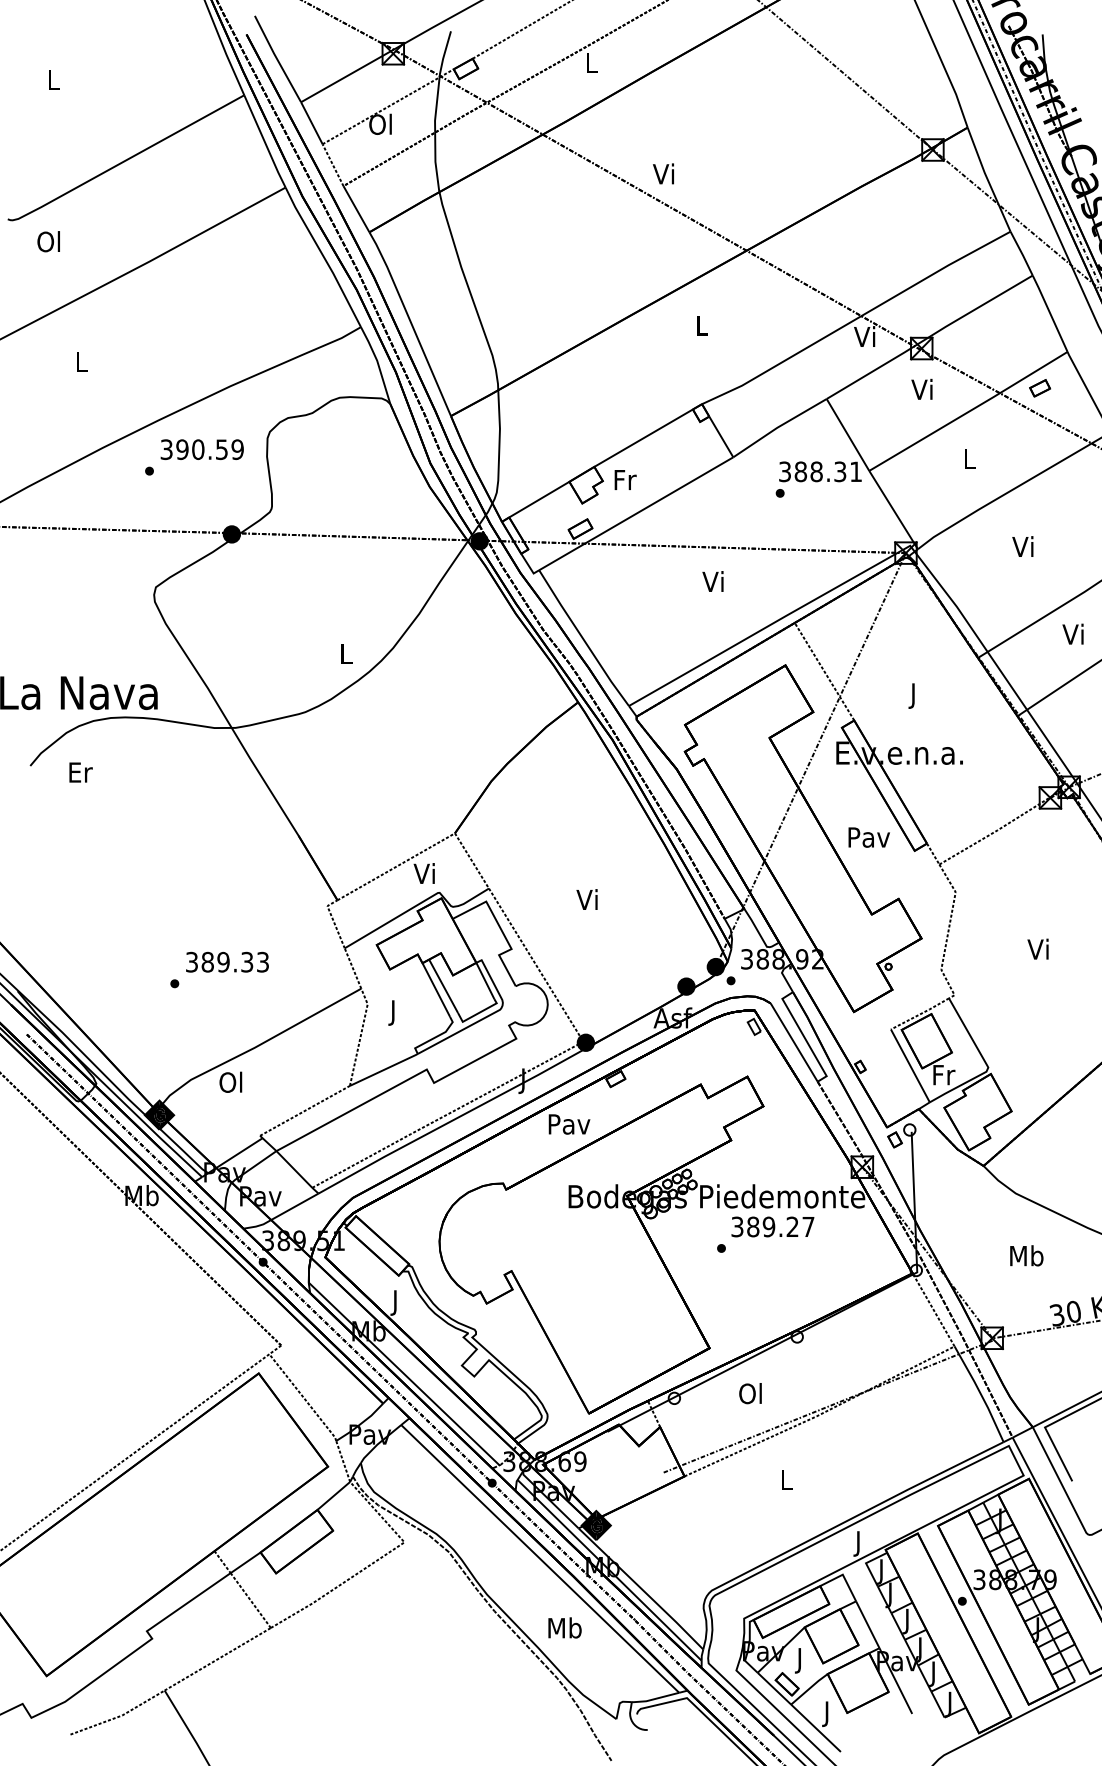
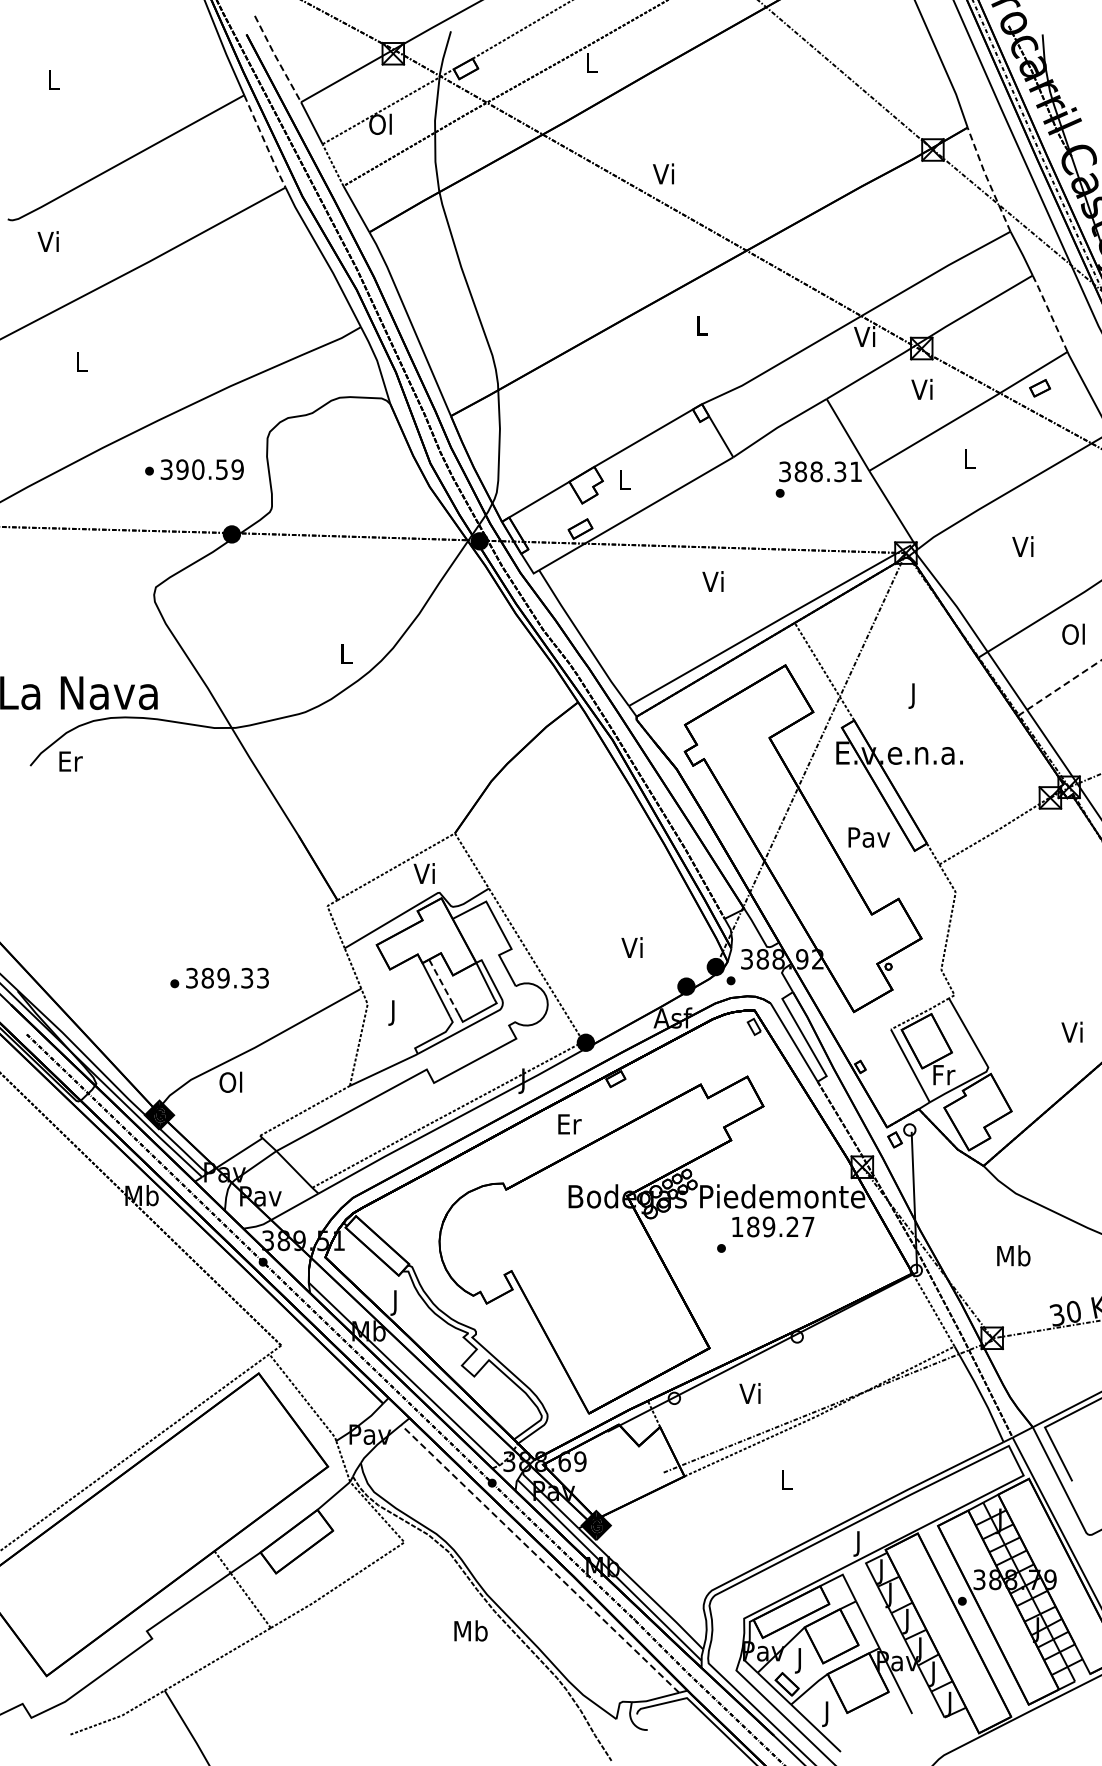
line at (277, 58): solid -> dashed
line at (265, 142): solid -> dashed
line at (987, 179): solid -> dashed
text at (48, 241): Ol -> Vi
line at (1050, 313): solid -> dashed
text at (201, 449) position: (201, 449) -> (201, 469)
text at (625, 480): Fr -> L
text at (1073, 633): Vi -> Ol
line at (1059, 688): solid -> dashed
text at (80, 772) position: (80, 772) -> (70, 761)
text at (586, 899) position: (586, 899) -> (631, 947)
text at (1037, 948) position: (1037, 948) -> (1071, 1031)
text at (227, 961) position: (227, 961) -> (227, 977)
line at (443, 986): solid -> dashed
text at (569, 1124): Pav -> Er
text at (737, 1226): 389.27 -> 189.27
text at (1026, 1255) position: (1026, 1255) -> (1013, 1255)
text at (750, 1393): Ol -> Vi
line at (540, 1558): solid -> dashed
text at (564, 1627) position: (564, 1627) -> (470, 1630)
